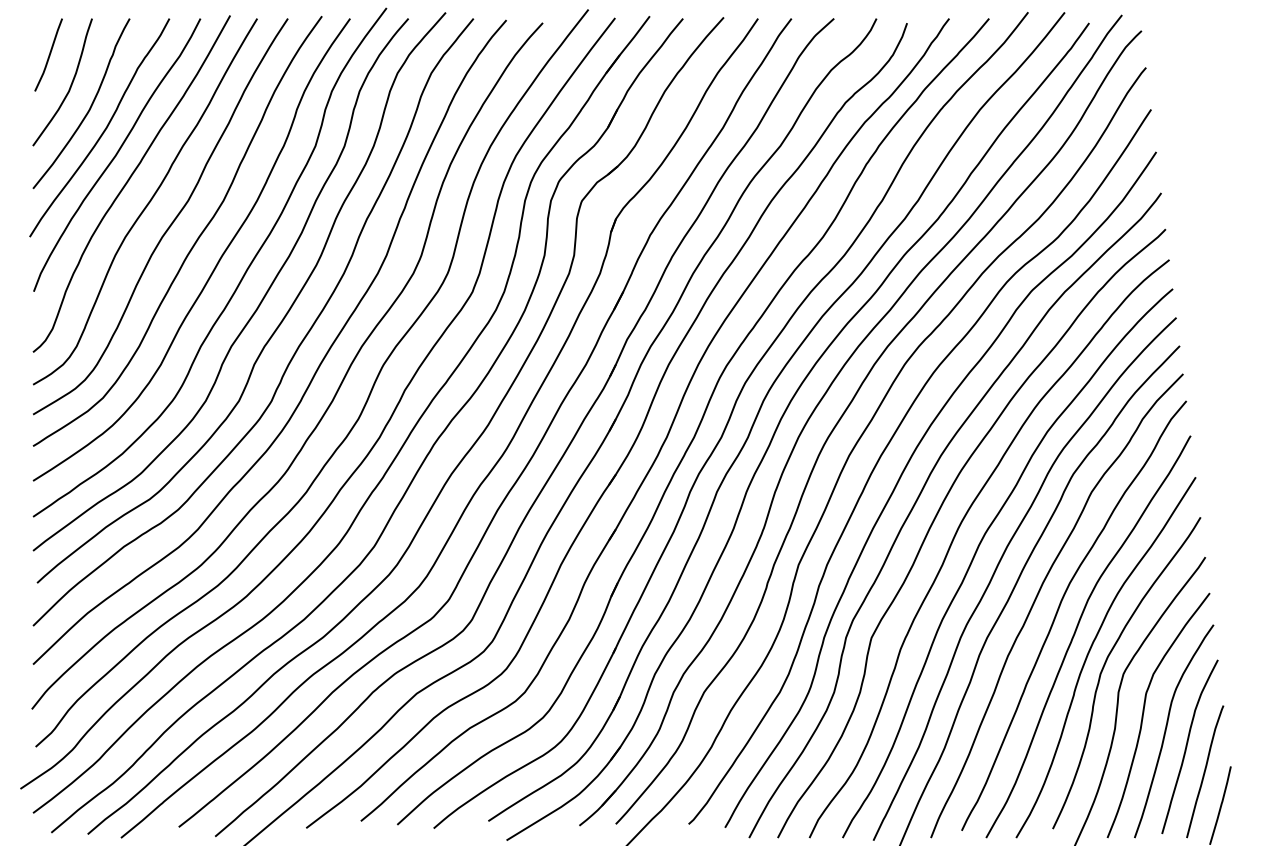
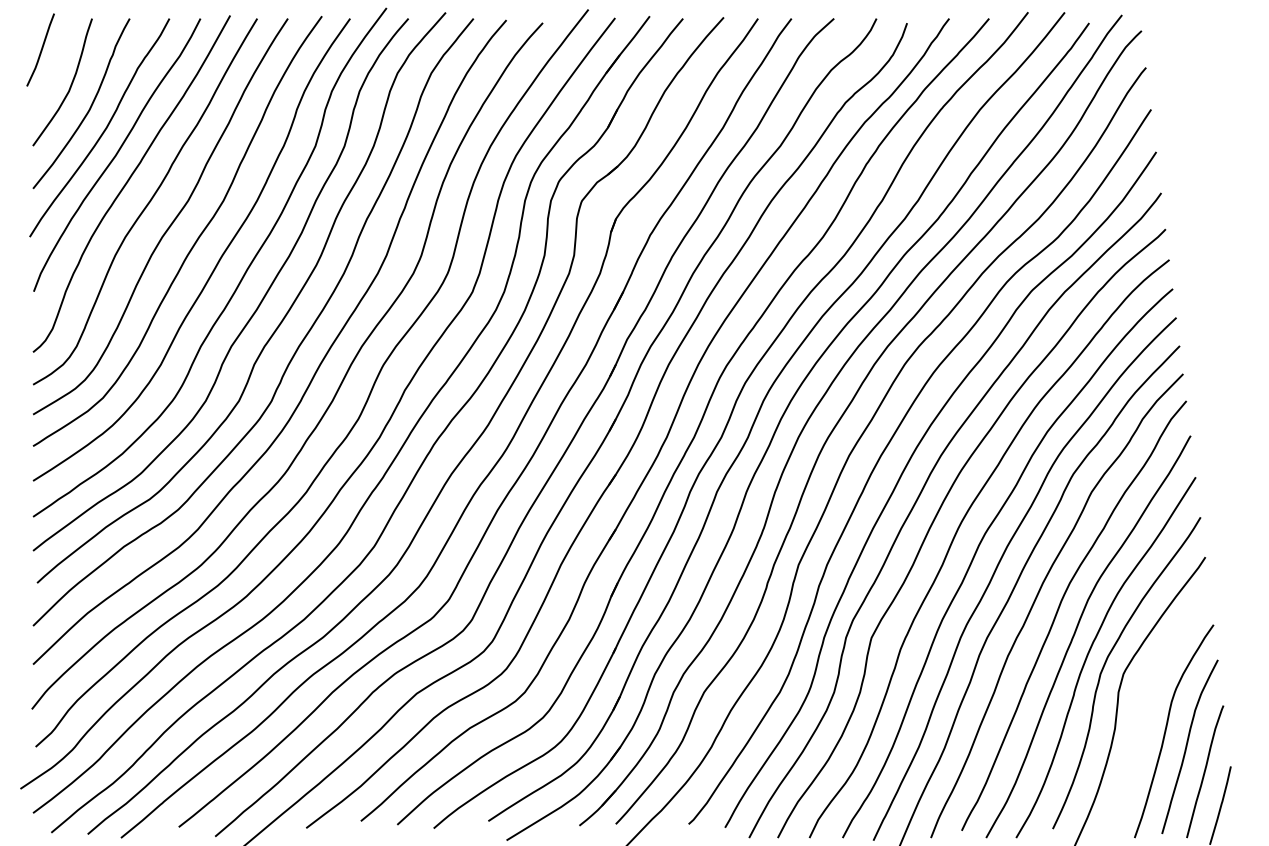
curve at (49, 54) position: (49, 54) -> (41, 49)
curve at (1144, 712): present -> none
